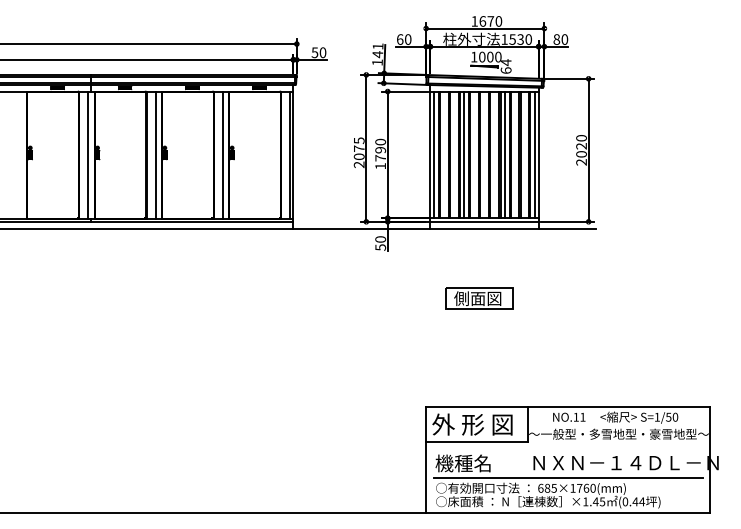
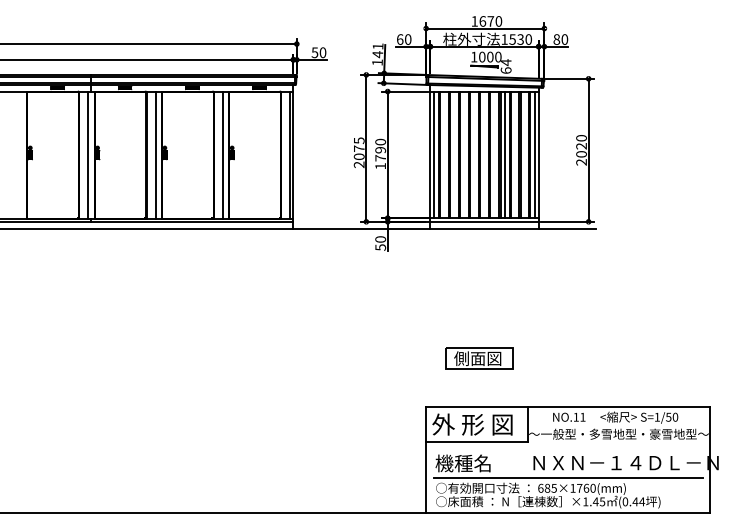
line at (464, 154): present -> none
part at (479, 298) position: (479, 298) -> (479, 358)
